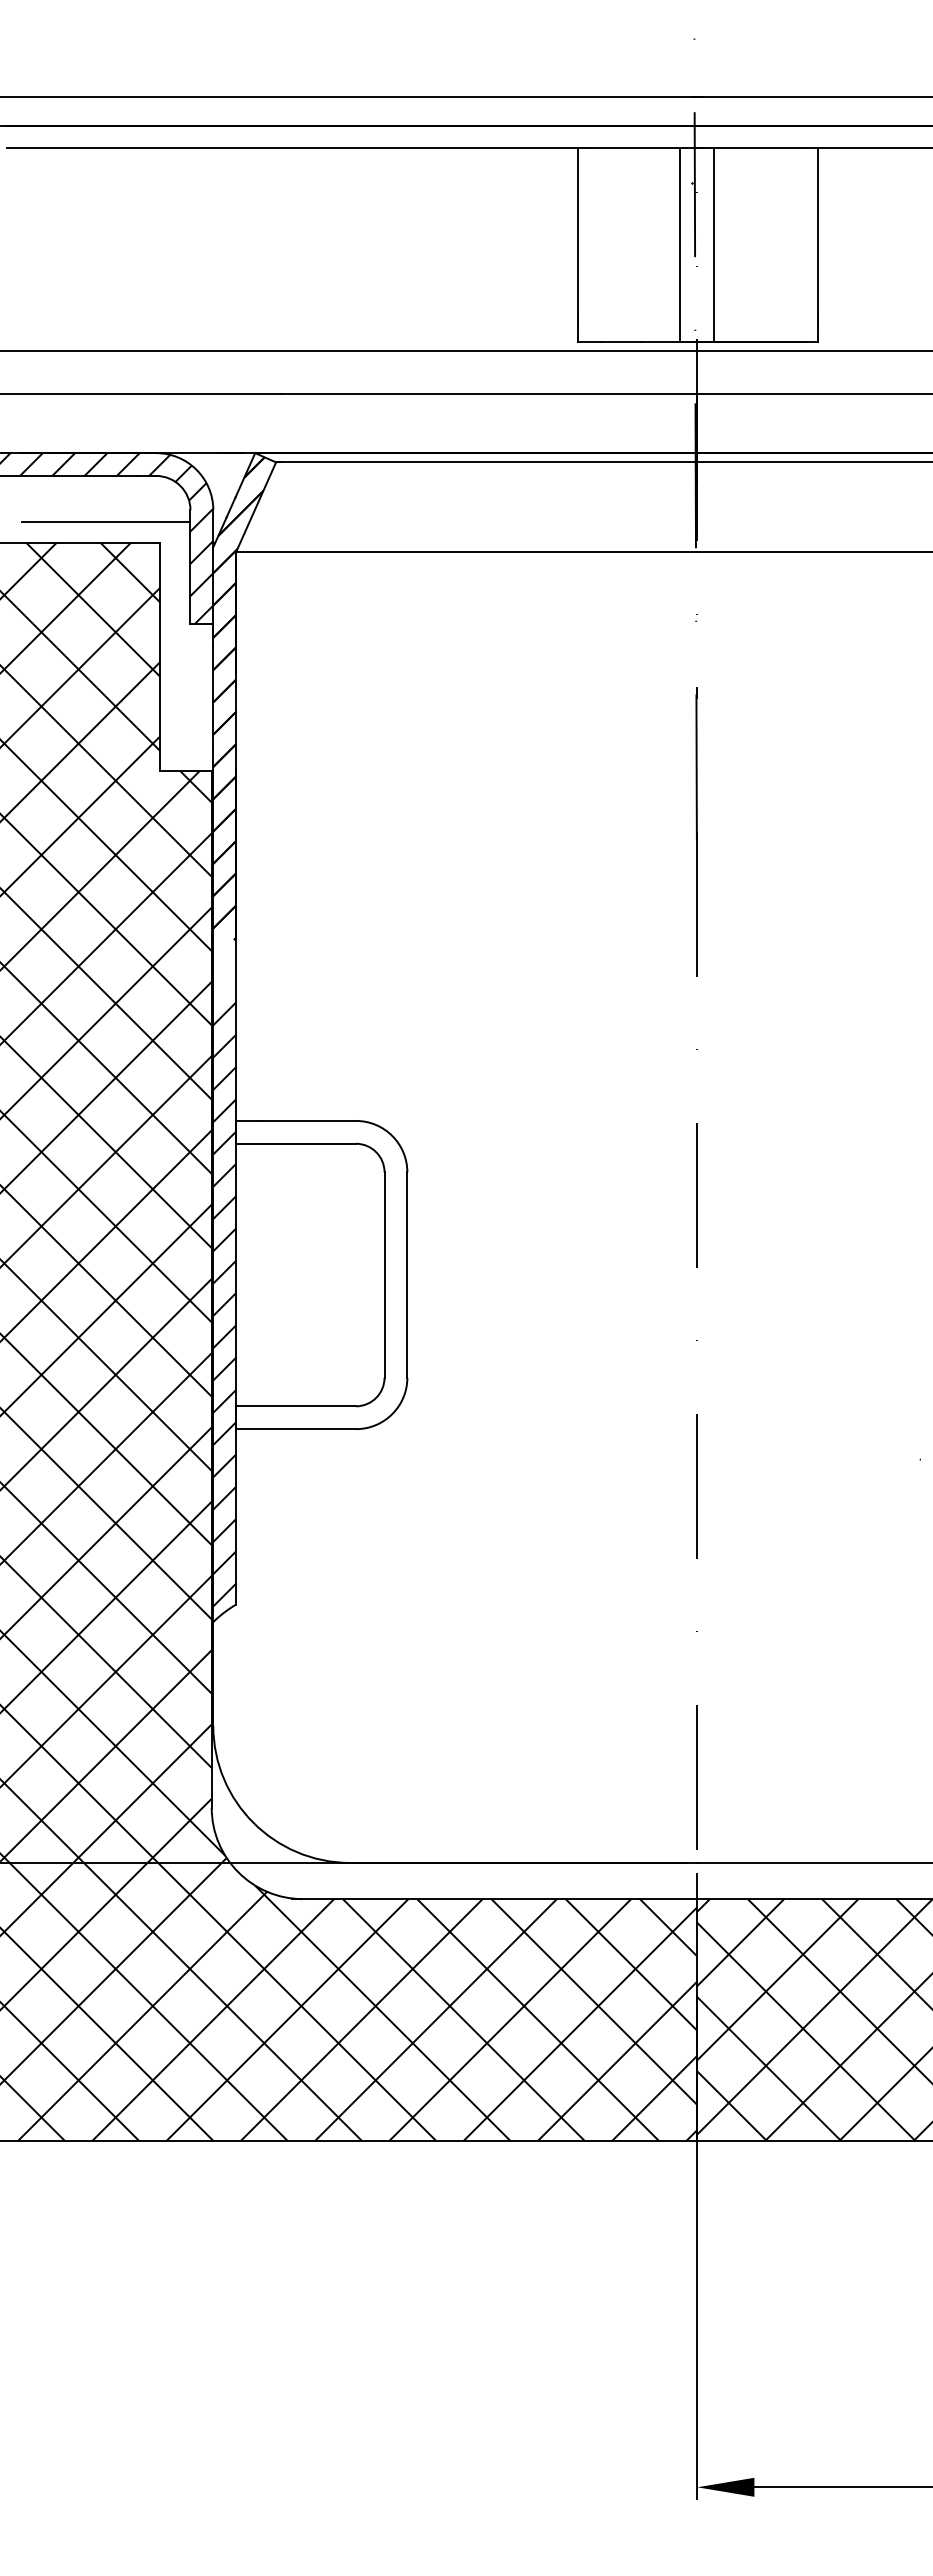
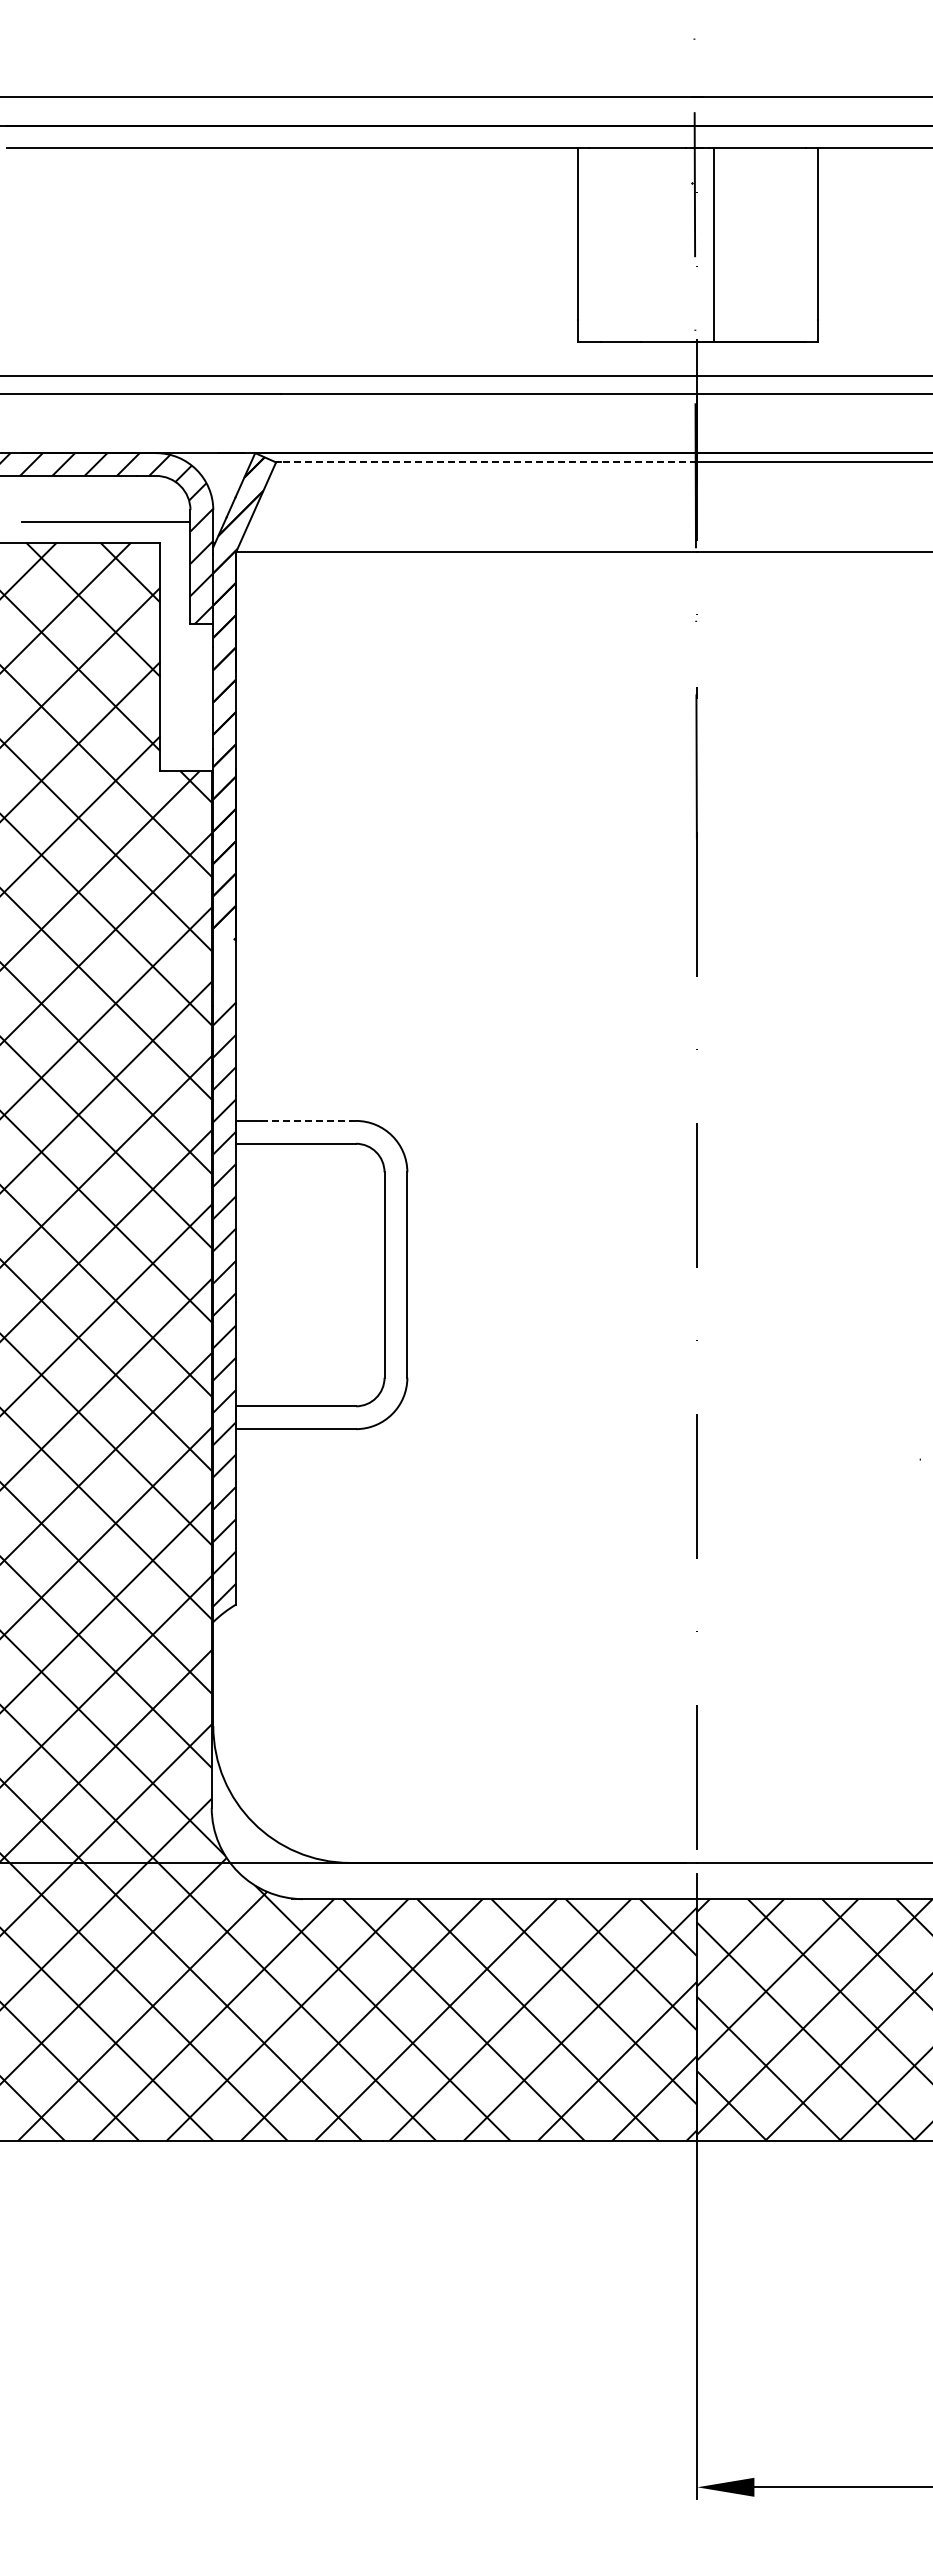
line at (680, 245): present -> none
line at (465, 350) position: (465, 350) -> (465, 375)
line at (486, 462): solid -> dashed
line at (308, 1120): solid -> dashed
